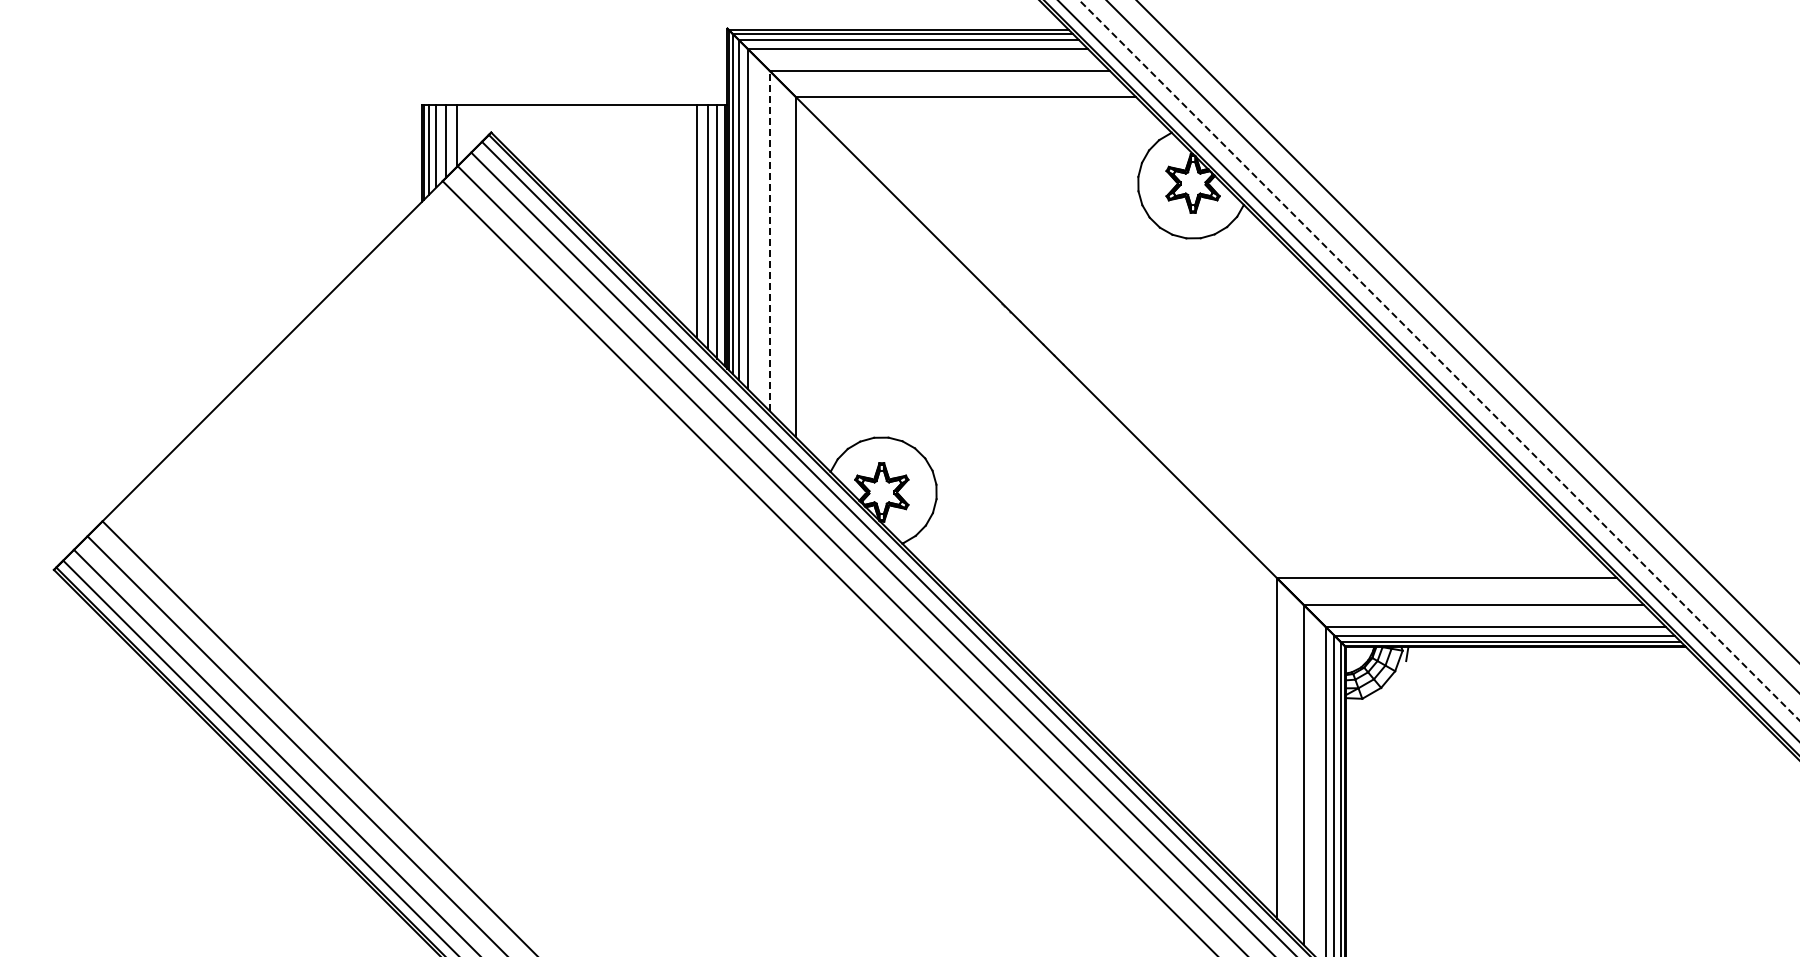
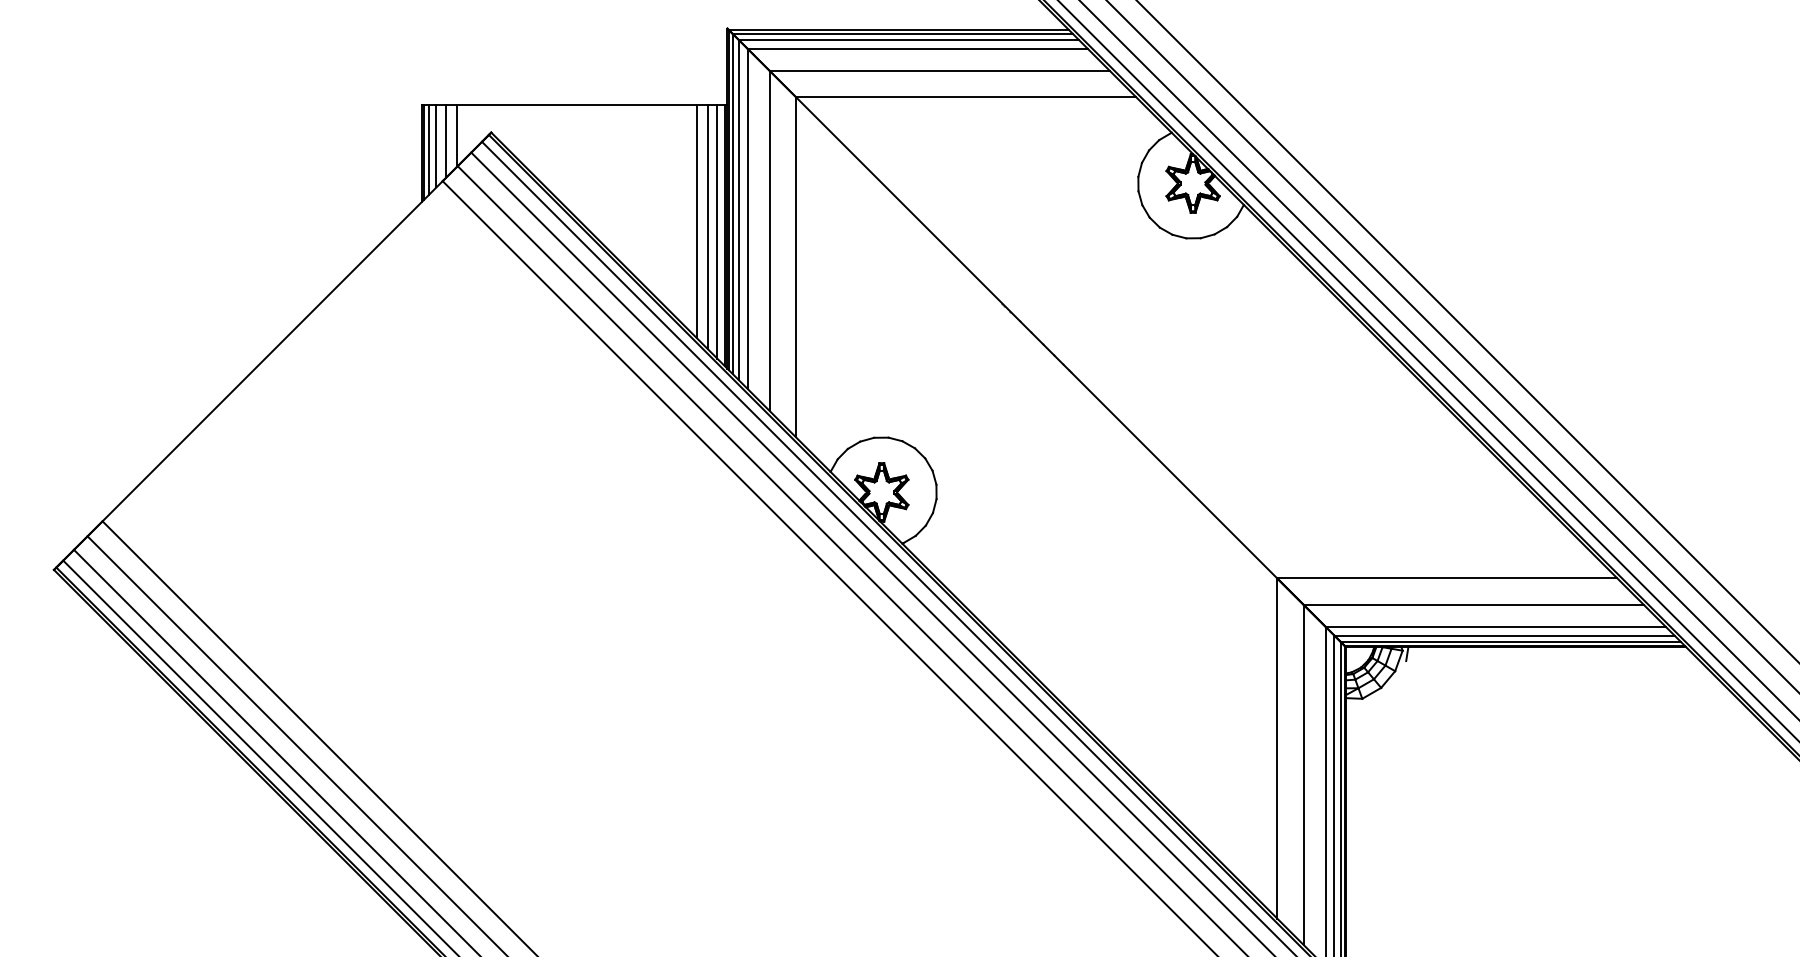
line at (769, 240): dashed -> solid
line at (1439, 360): dashed -> solid
